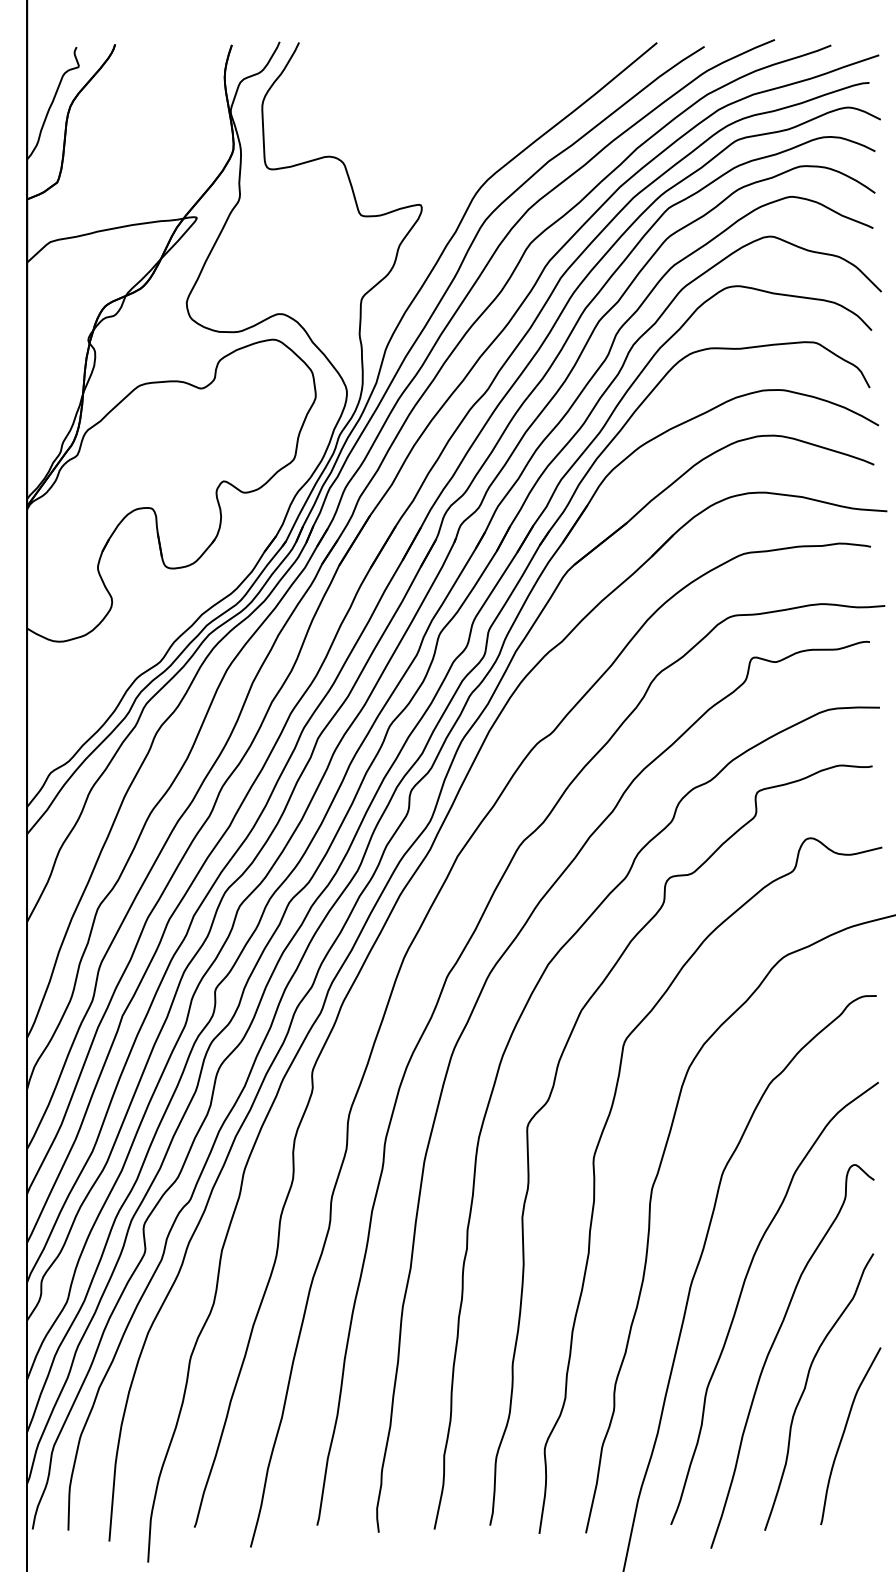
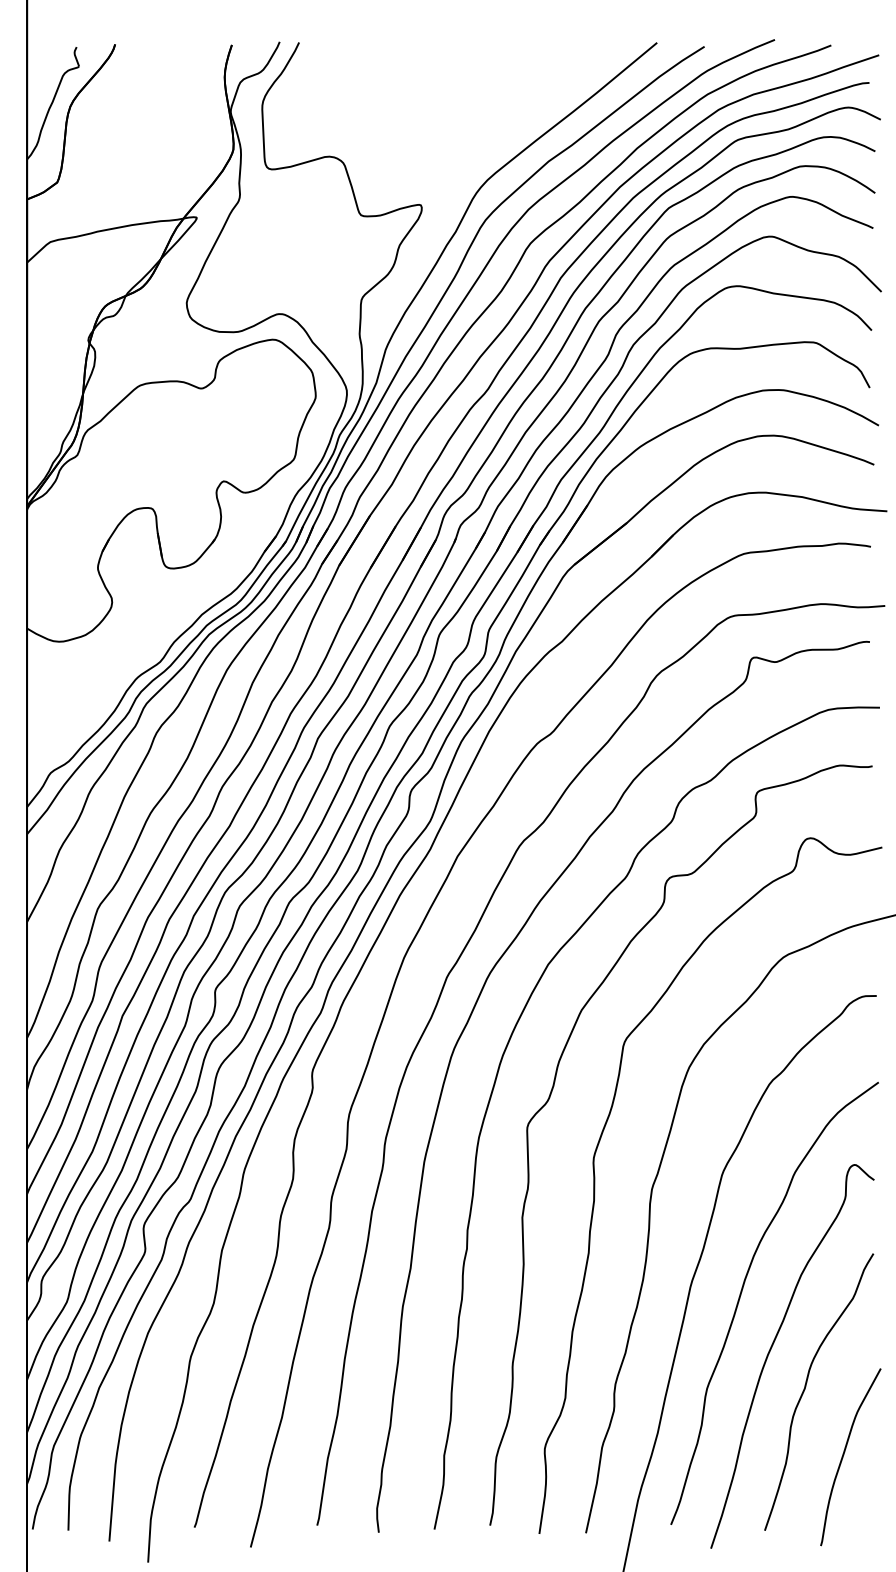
curve at (844, 1434) position: (844, 1434) -> (844, 1455)
